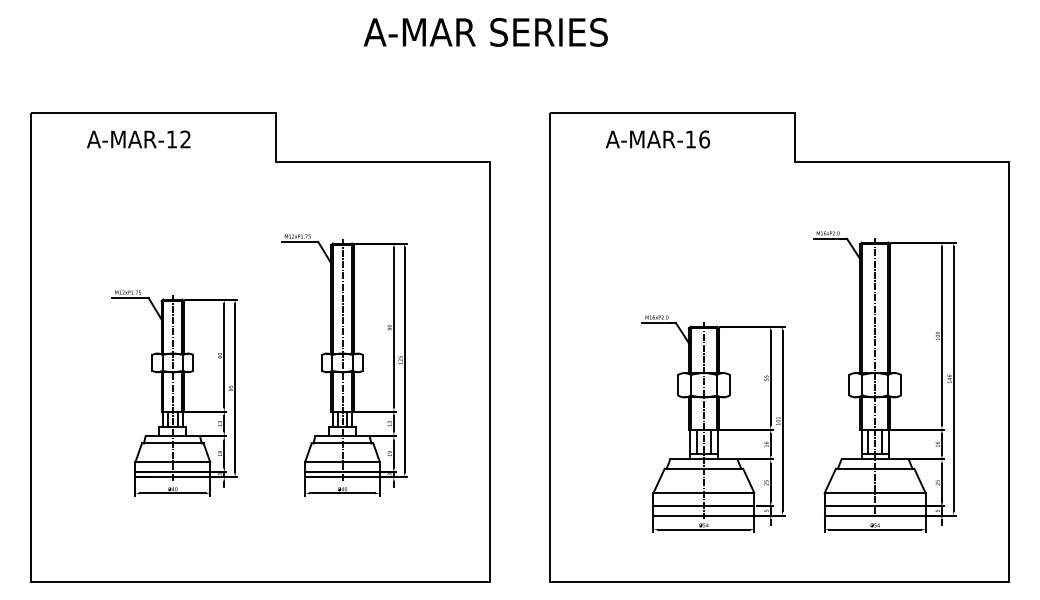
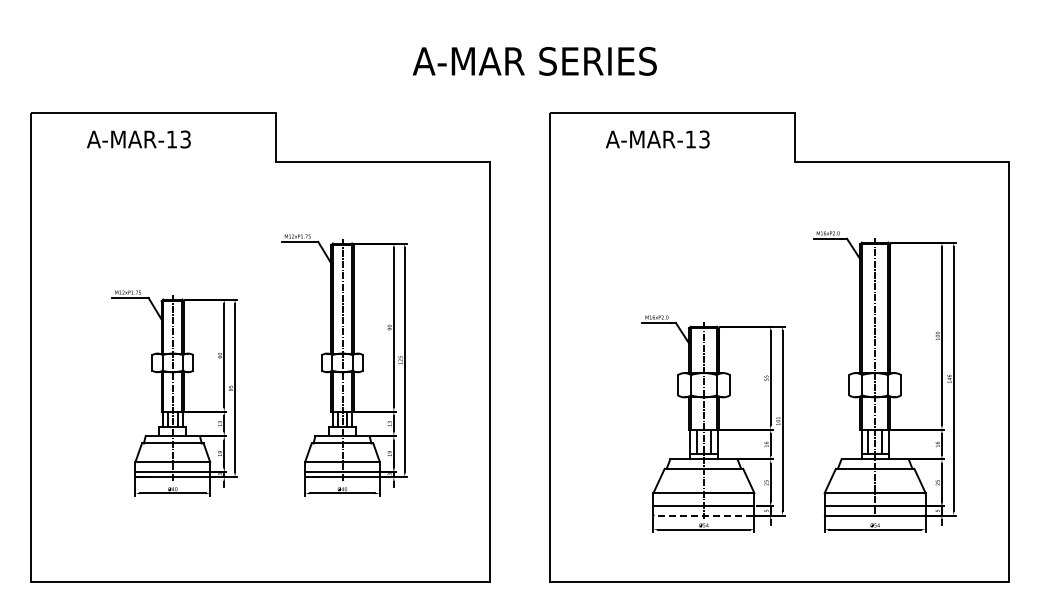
text at (485, 32) position: (485, 32) -> (534, 61)
text at (185, 139): A-MAR-12 -> A-MAR-13
text at (704, 139): A-MAR-16 -> A-MAR-13
line at (703, 515): solid -> dashed
